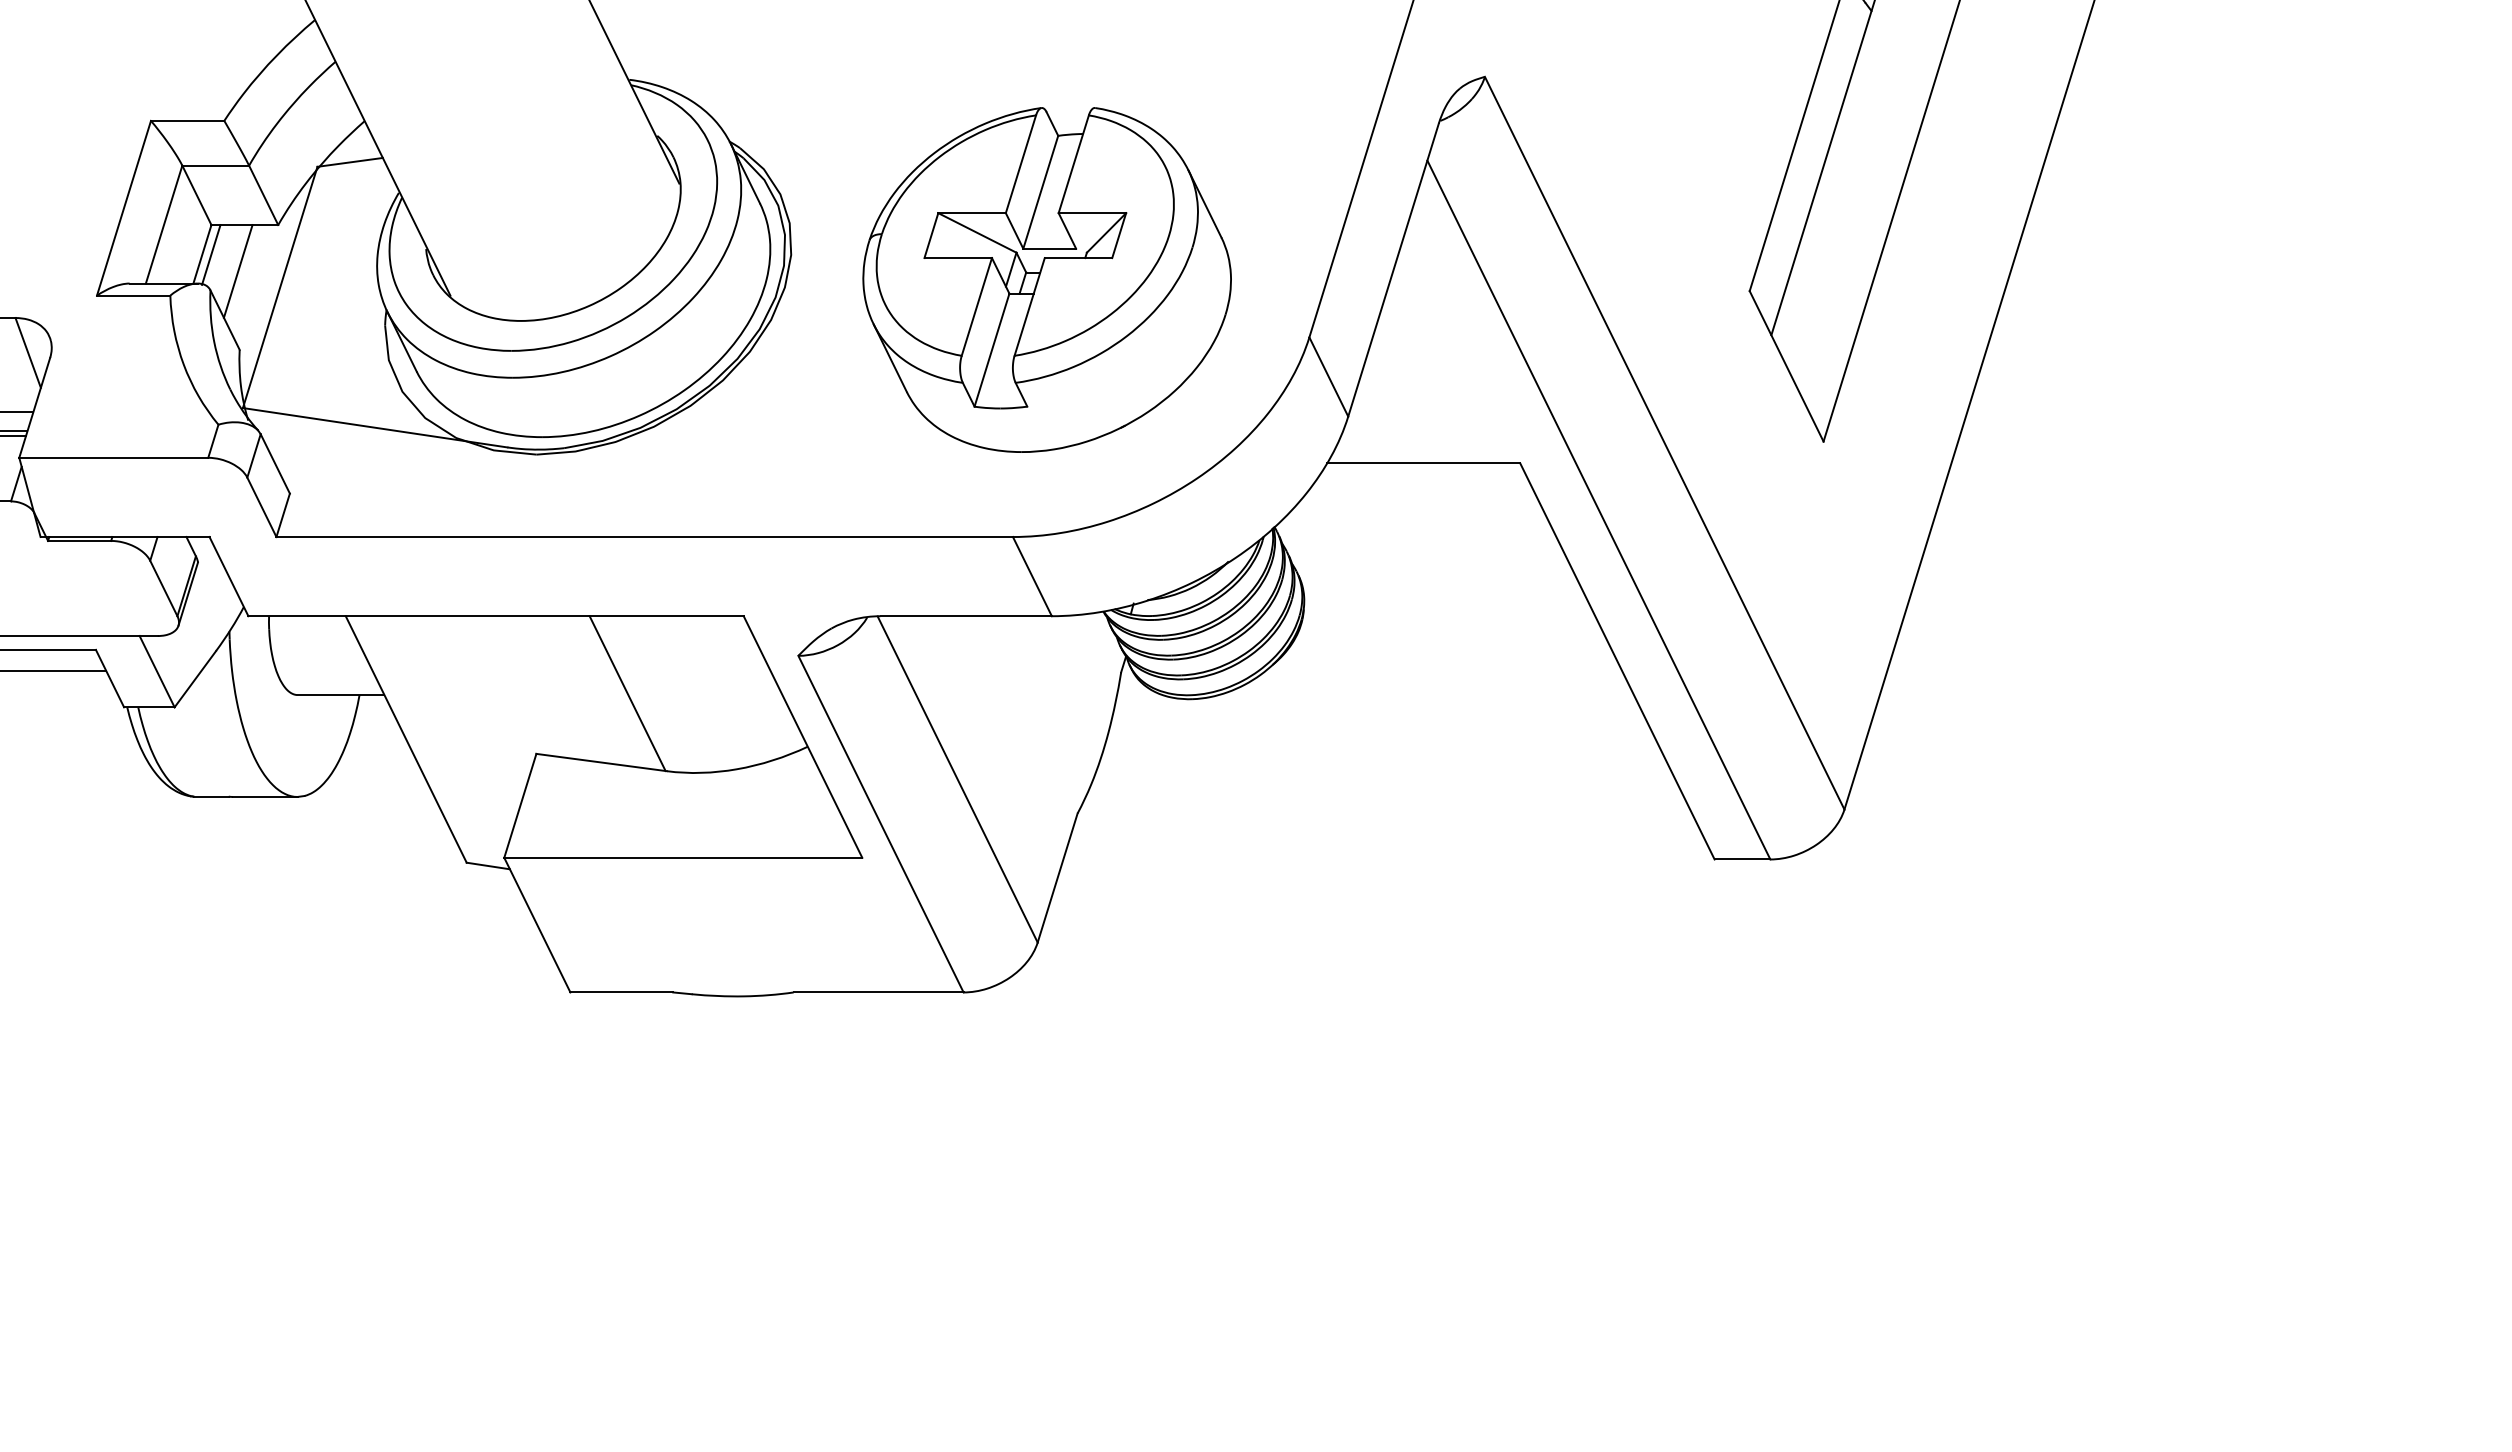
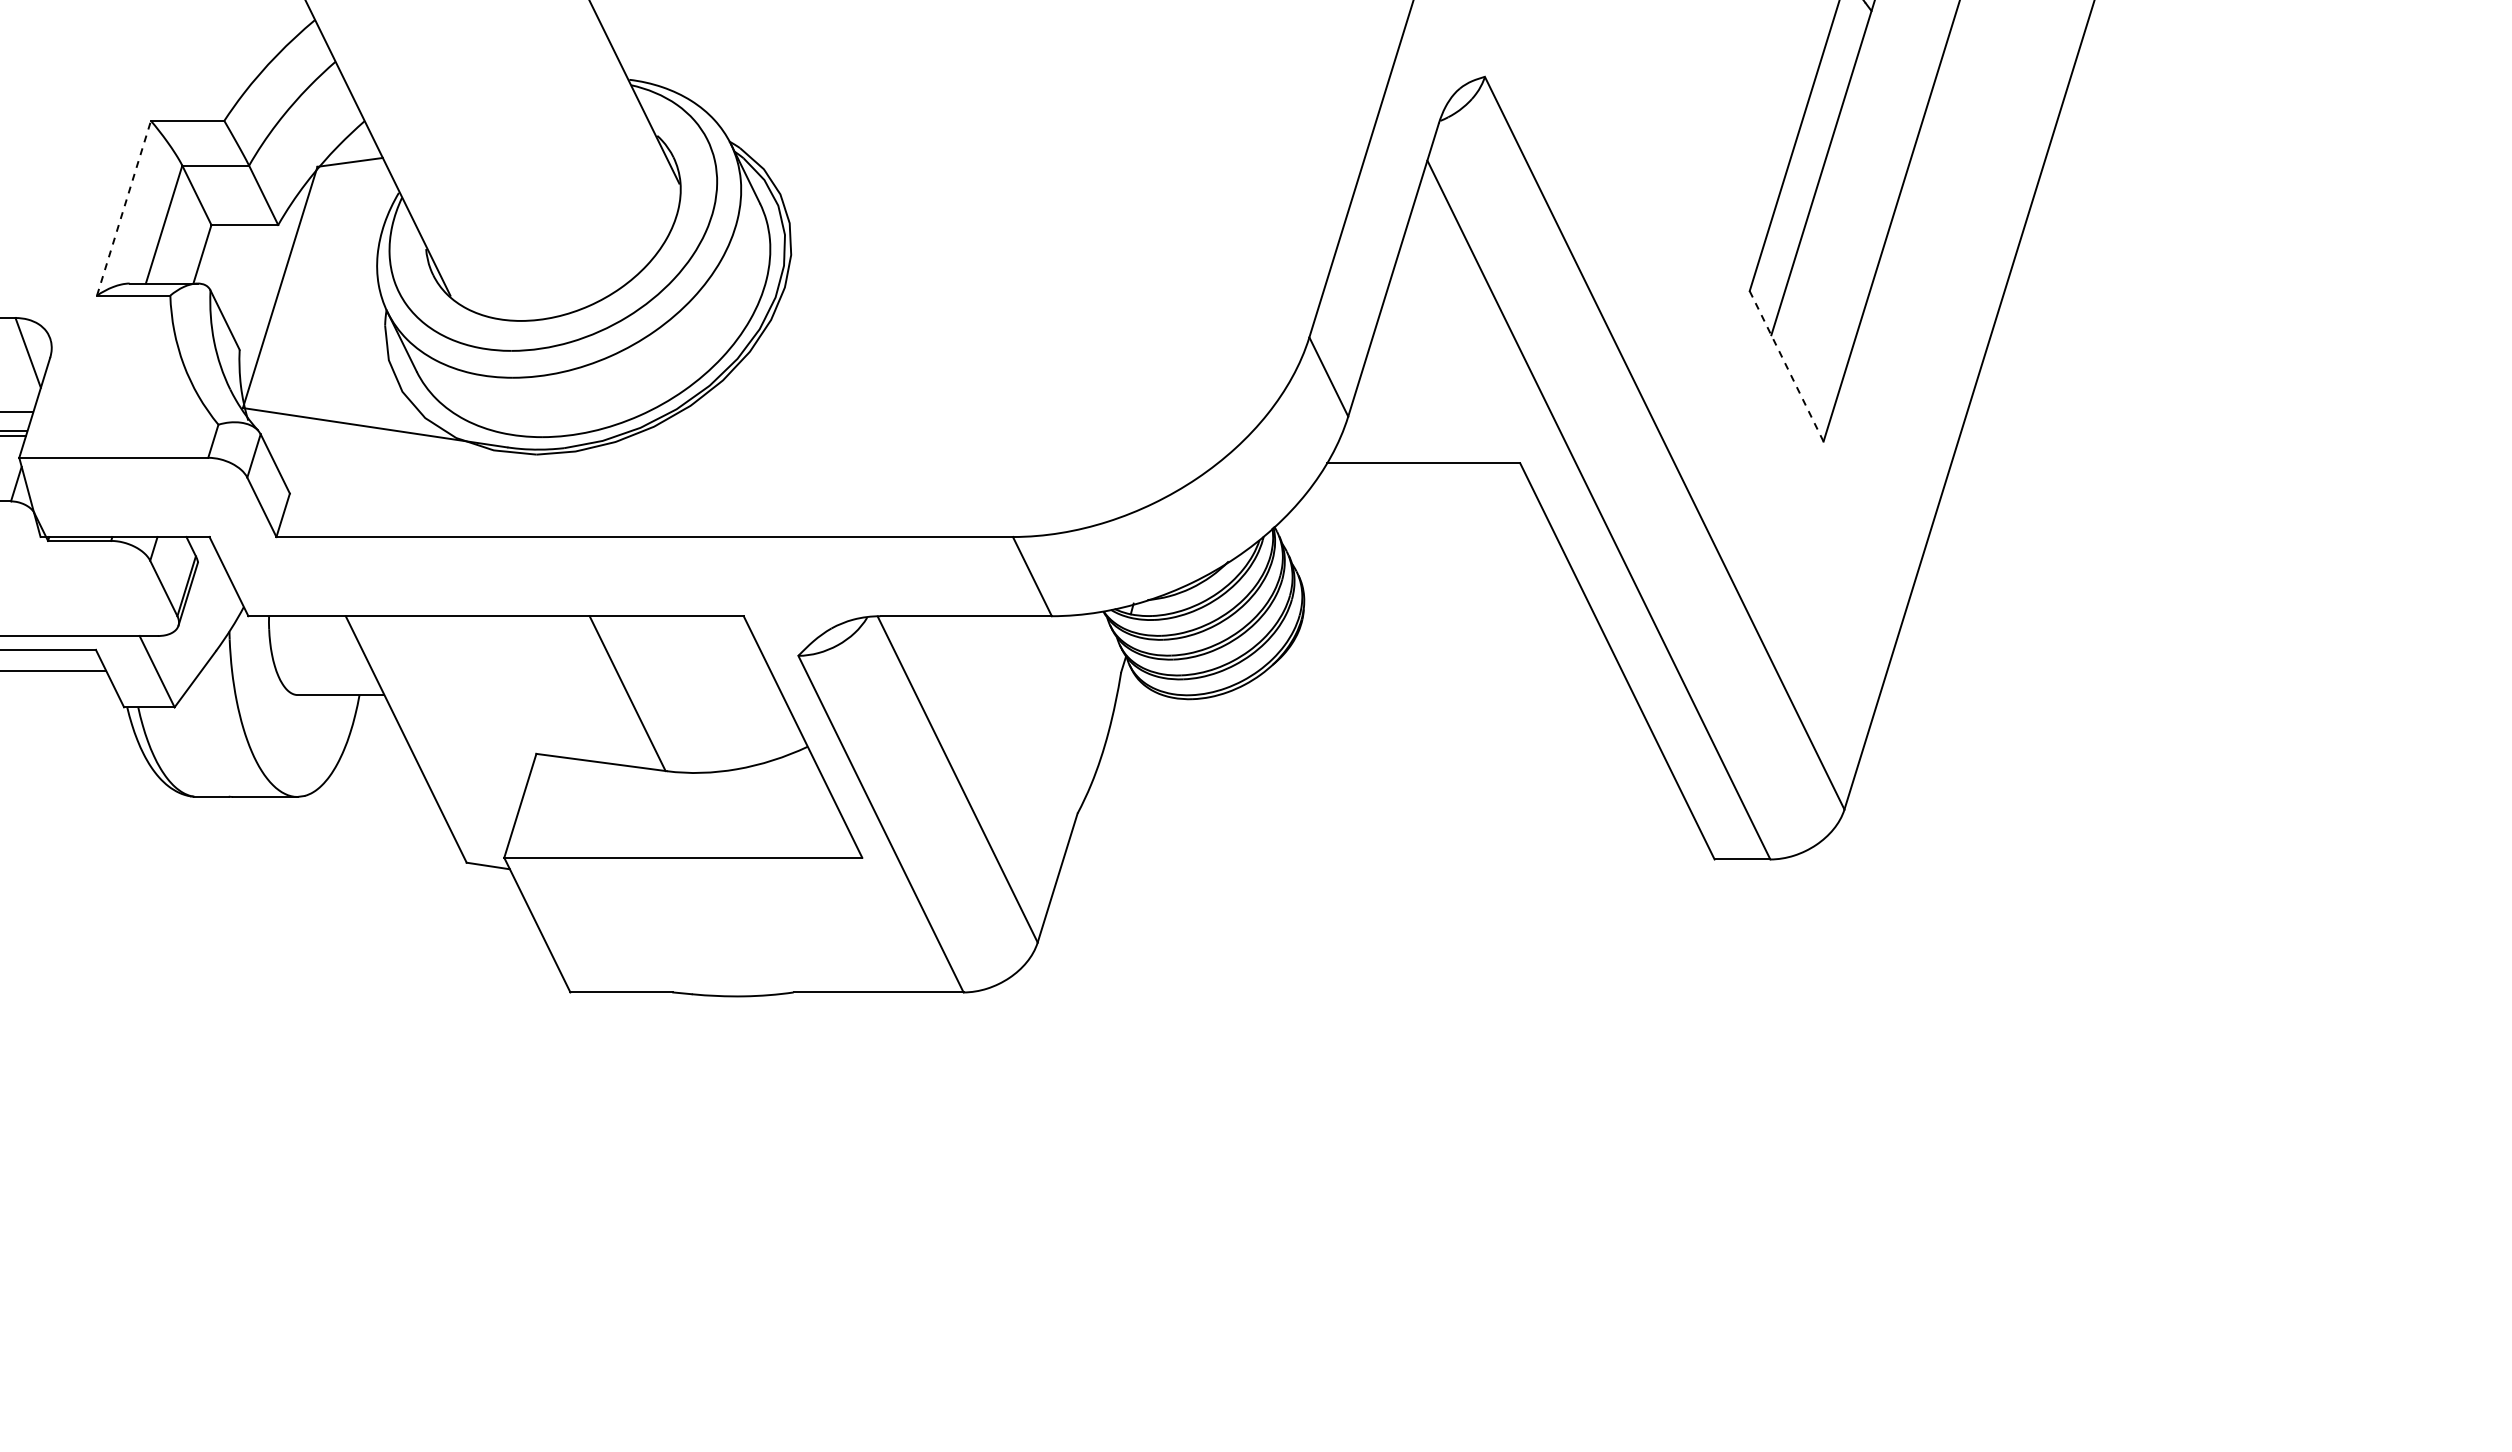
line at (124, 207): solid -> dashed
line at (211, 254): present -> none
line at (237, 271): present -> none
part at (1046, 279): present -> none
line at (1786, 366): solid -> dashed
